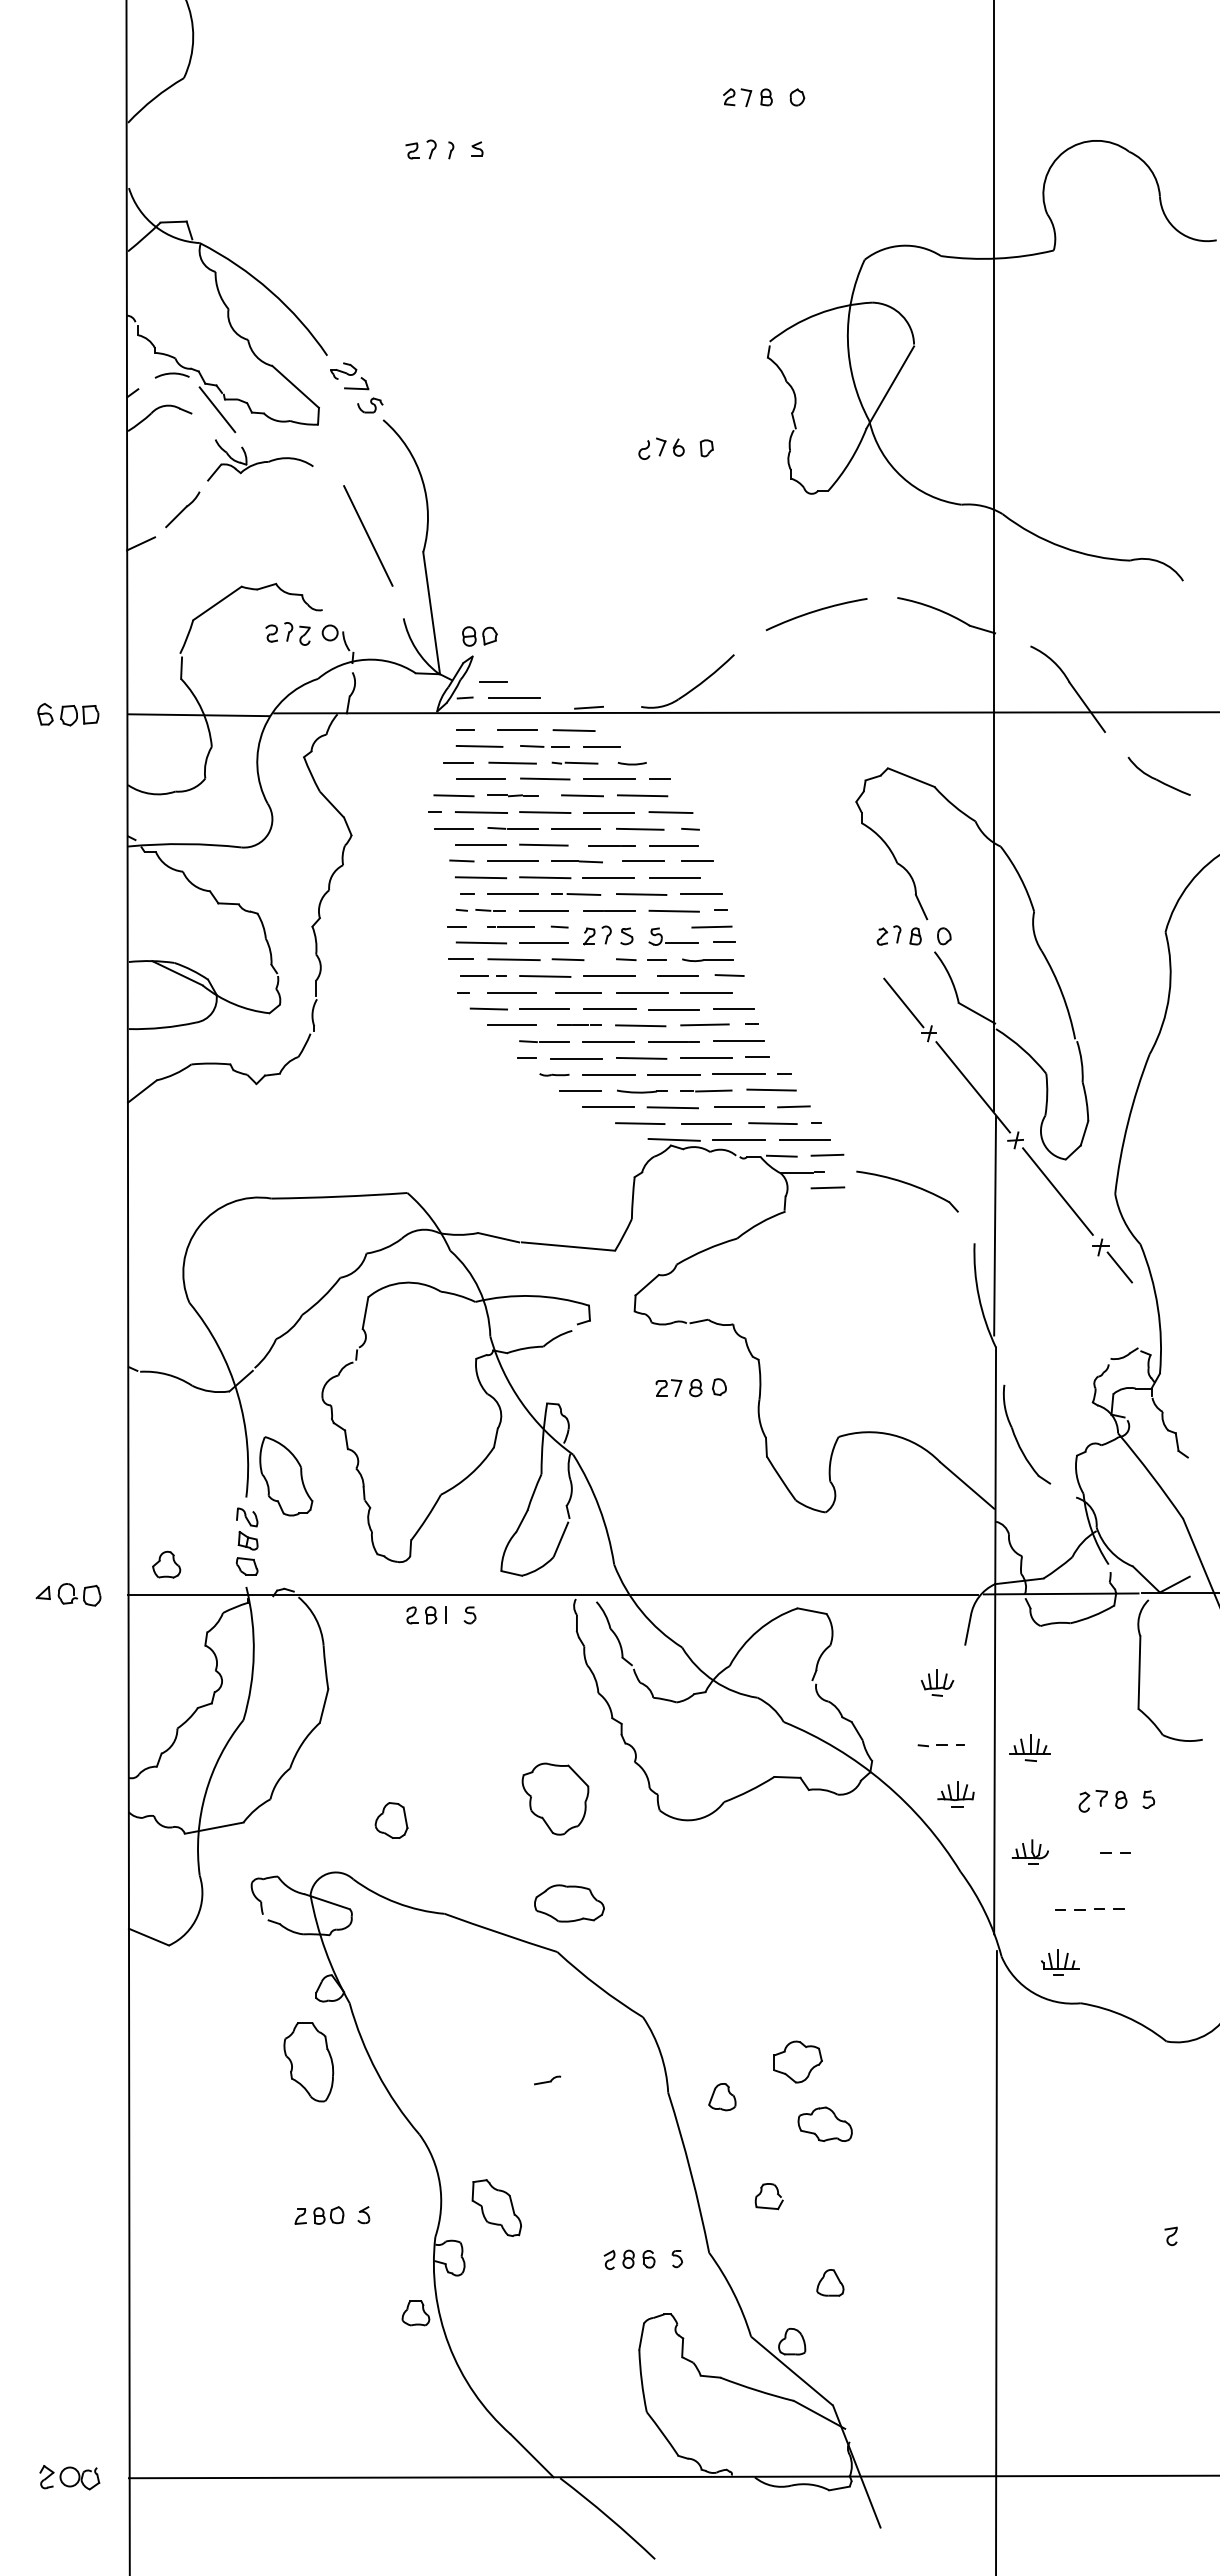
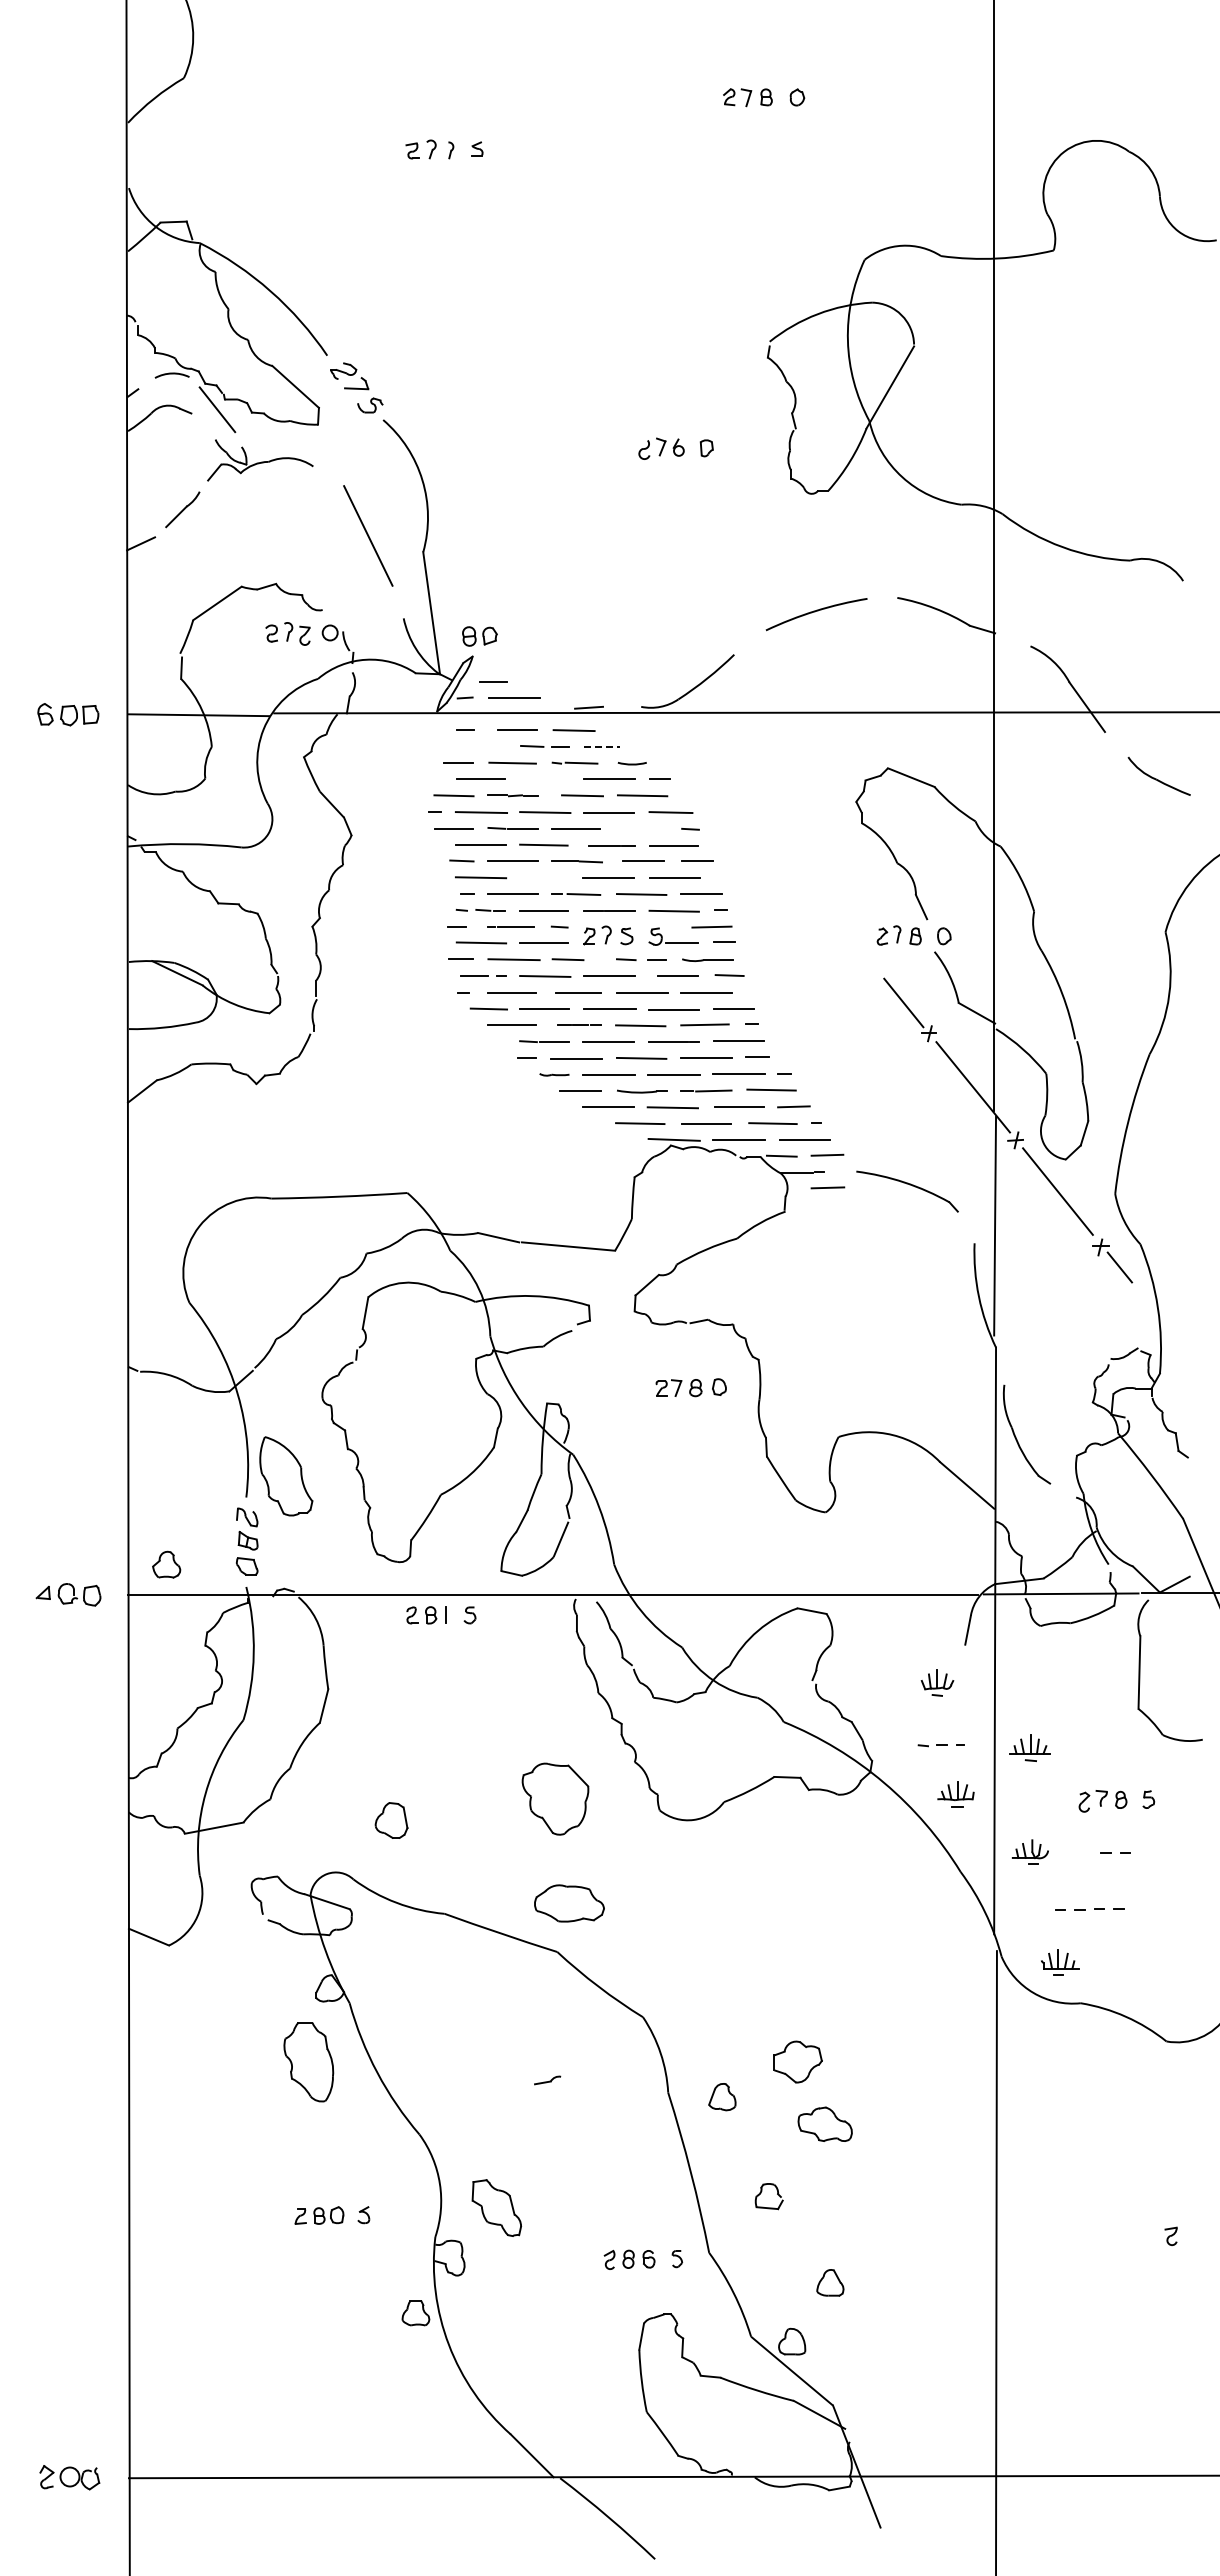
line at (479, 745): present -> none
line at (602, 746): solid -> dashed
line at (545, 778): present -> none
line at (640, 829): present -> none
line at (545, 877): present -> none
